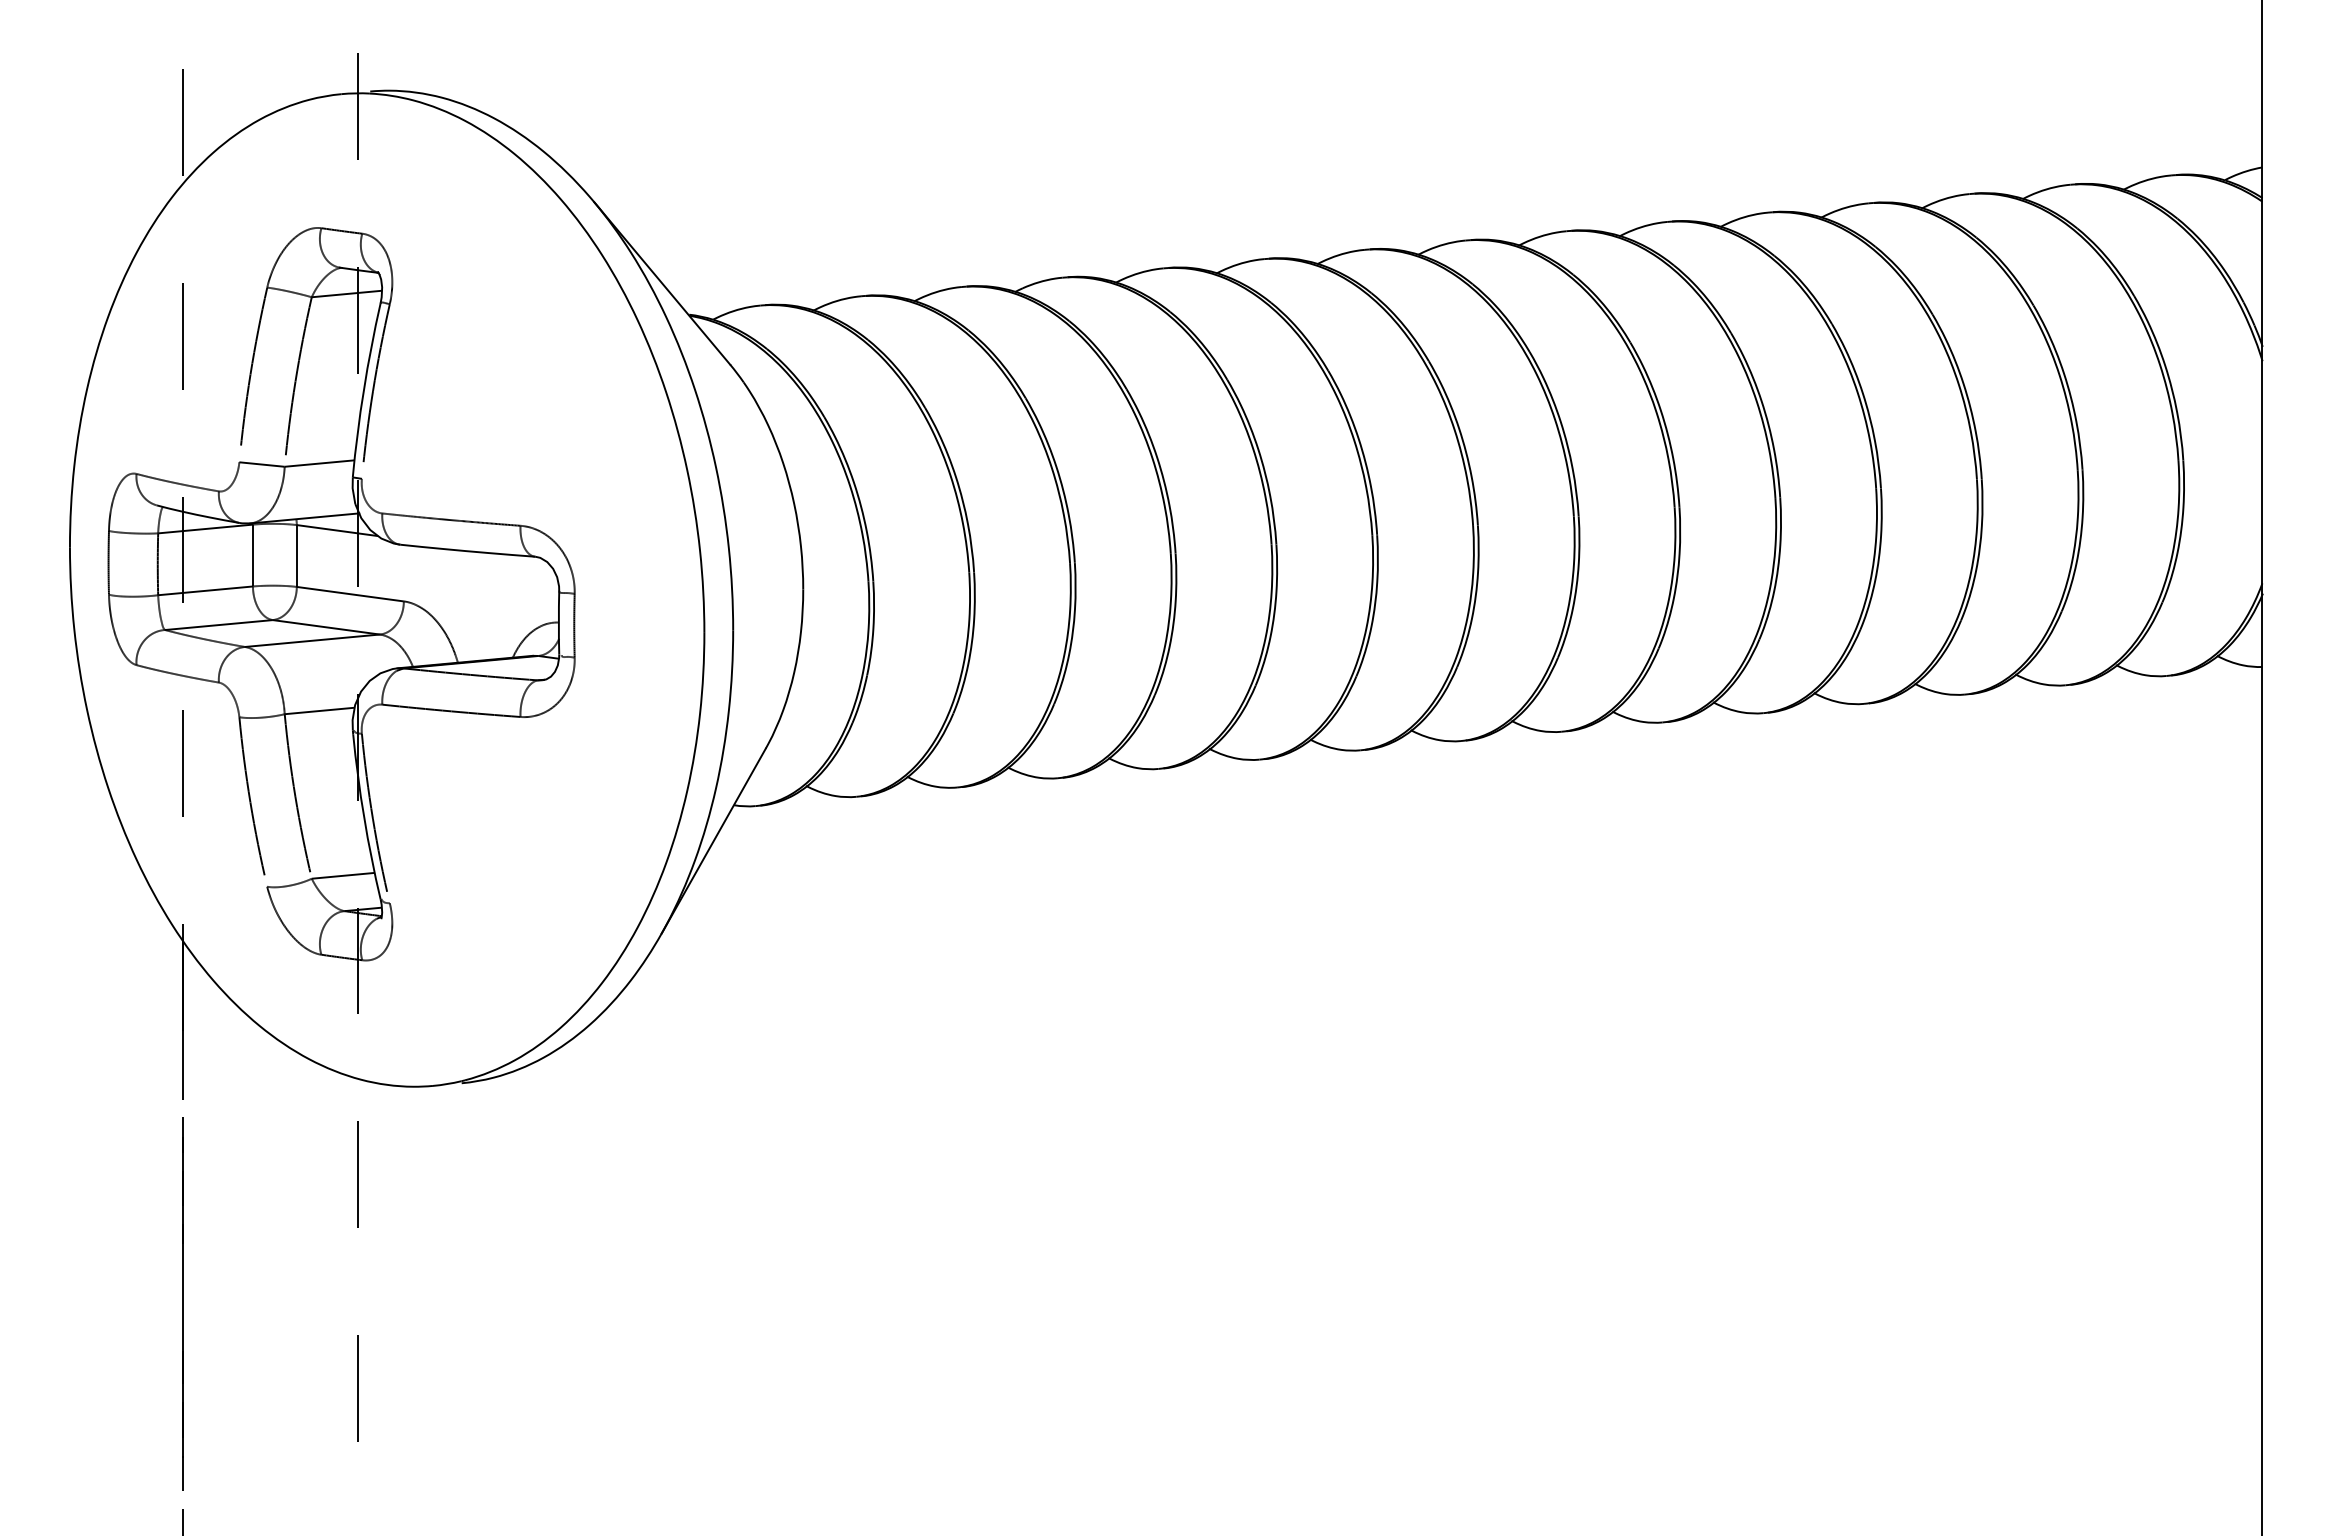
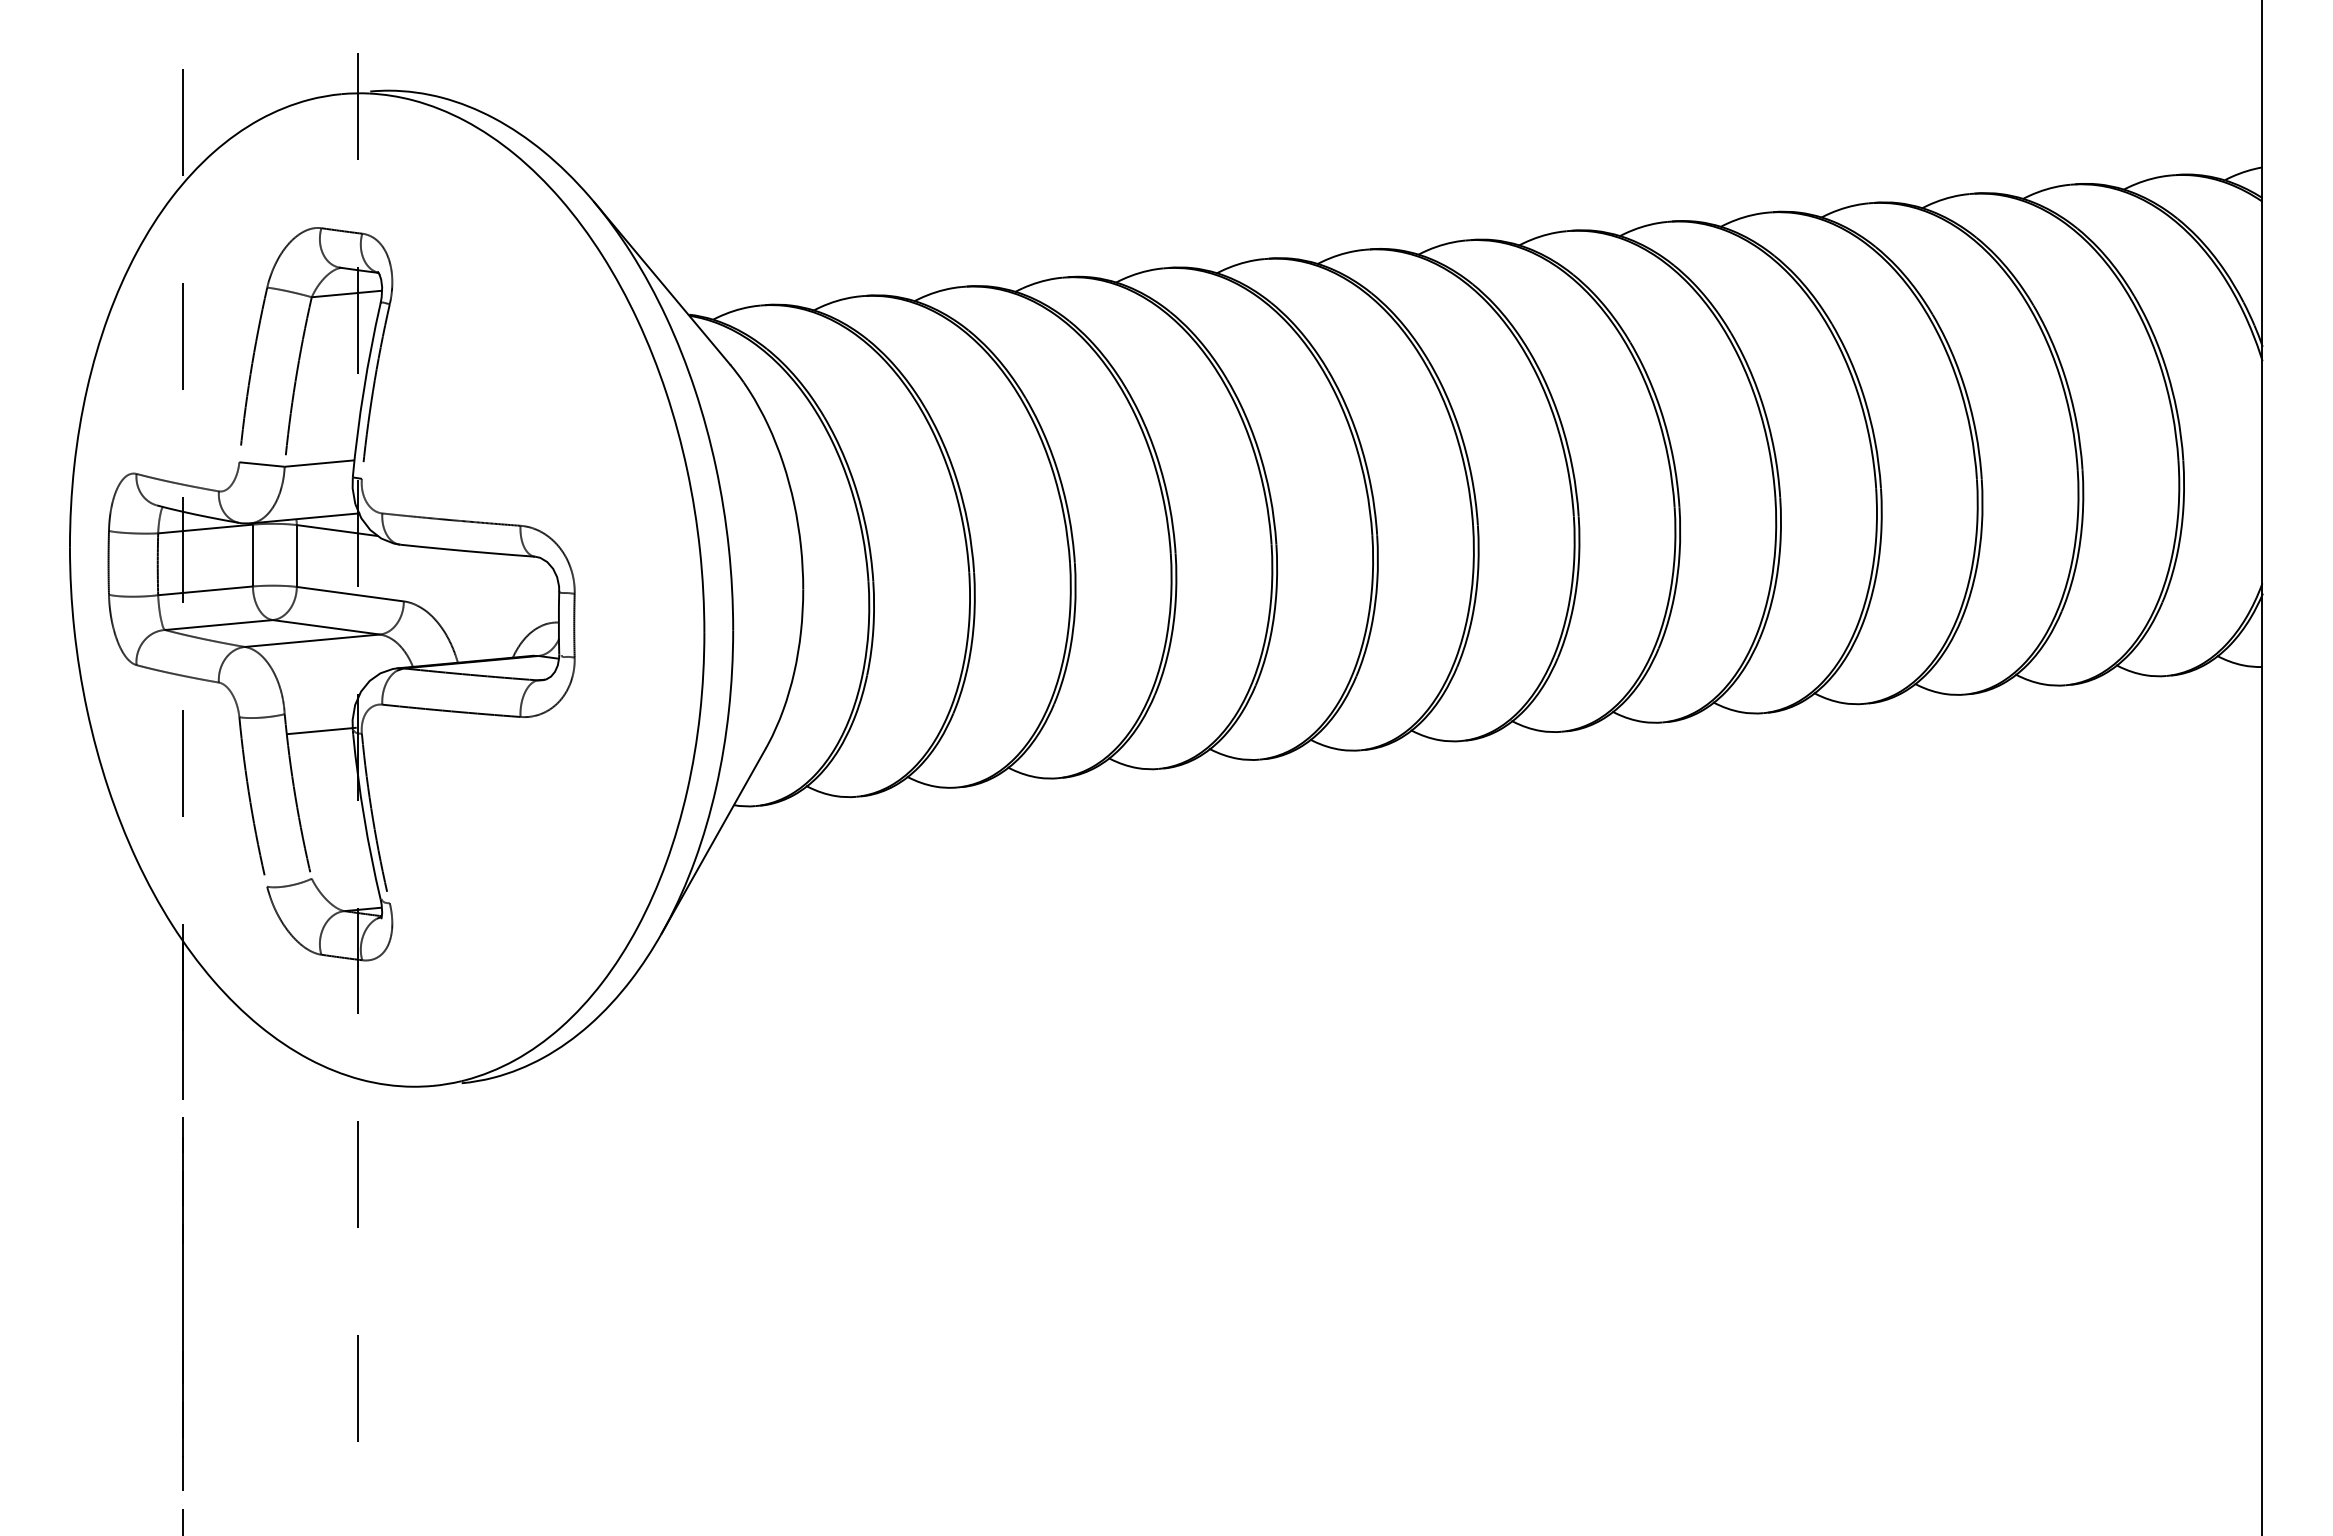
line at (319, 710) position: (319, 710) -> (321, 730)
line at (343, 875): present -> none
